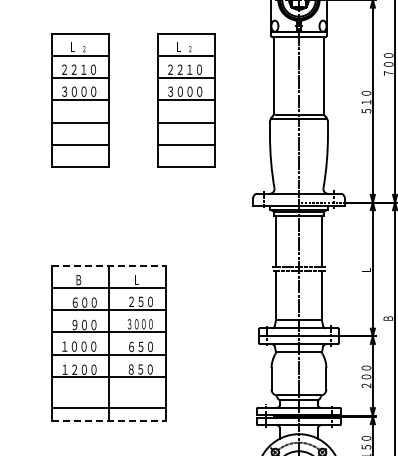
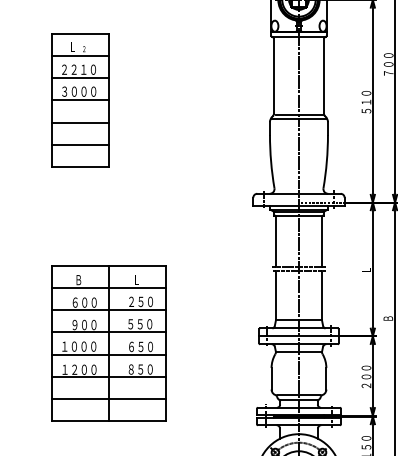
part at (186, 100): present -> none
line at (109, 265): dashed -> solid
text at (139, 324): ３０００ -> ５５０
line at (108, 408) position: (108, 408) -> (108, 399)
line at (109, 421): dashed -> solid
